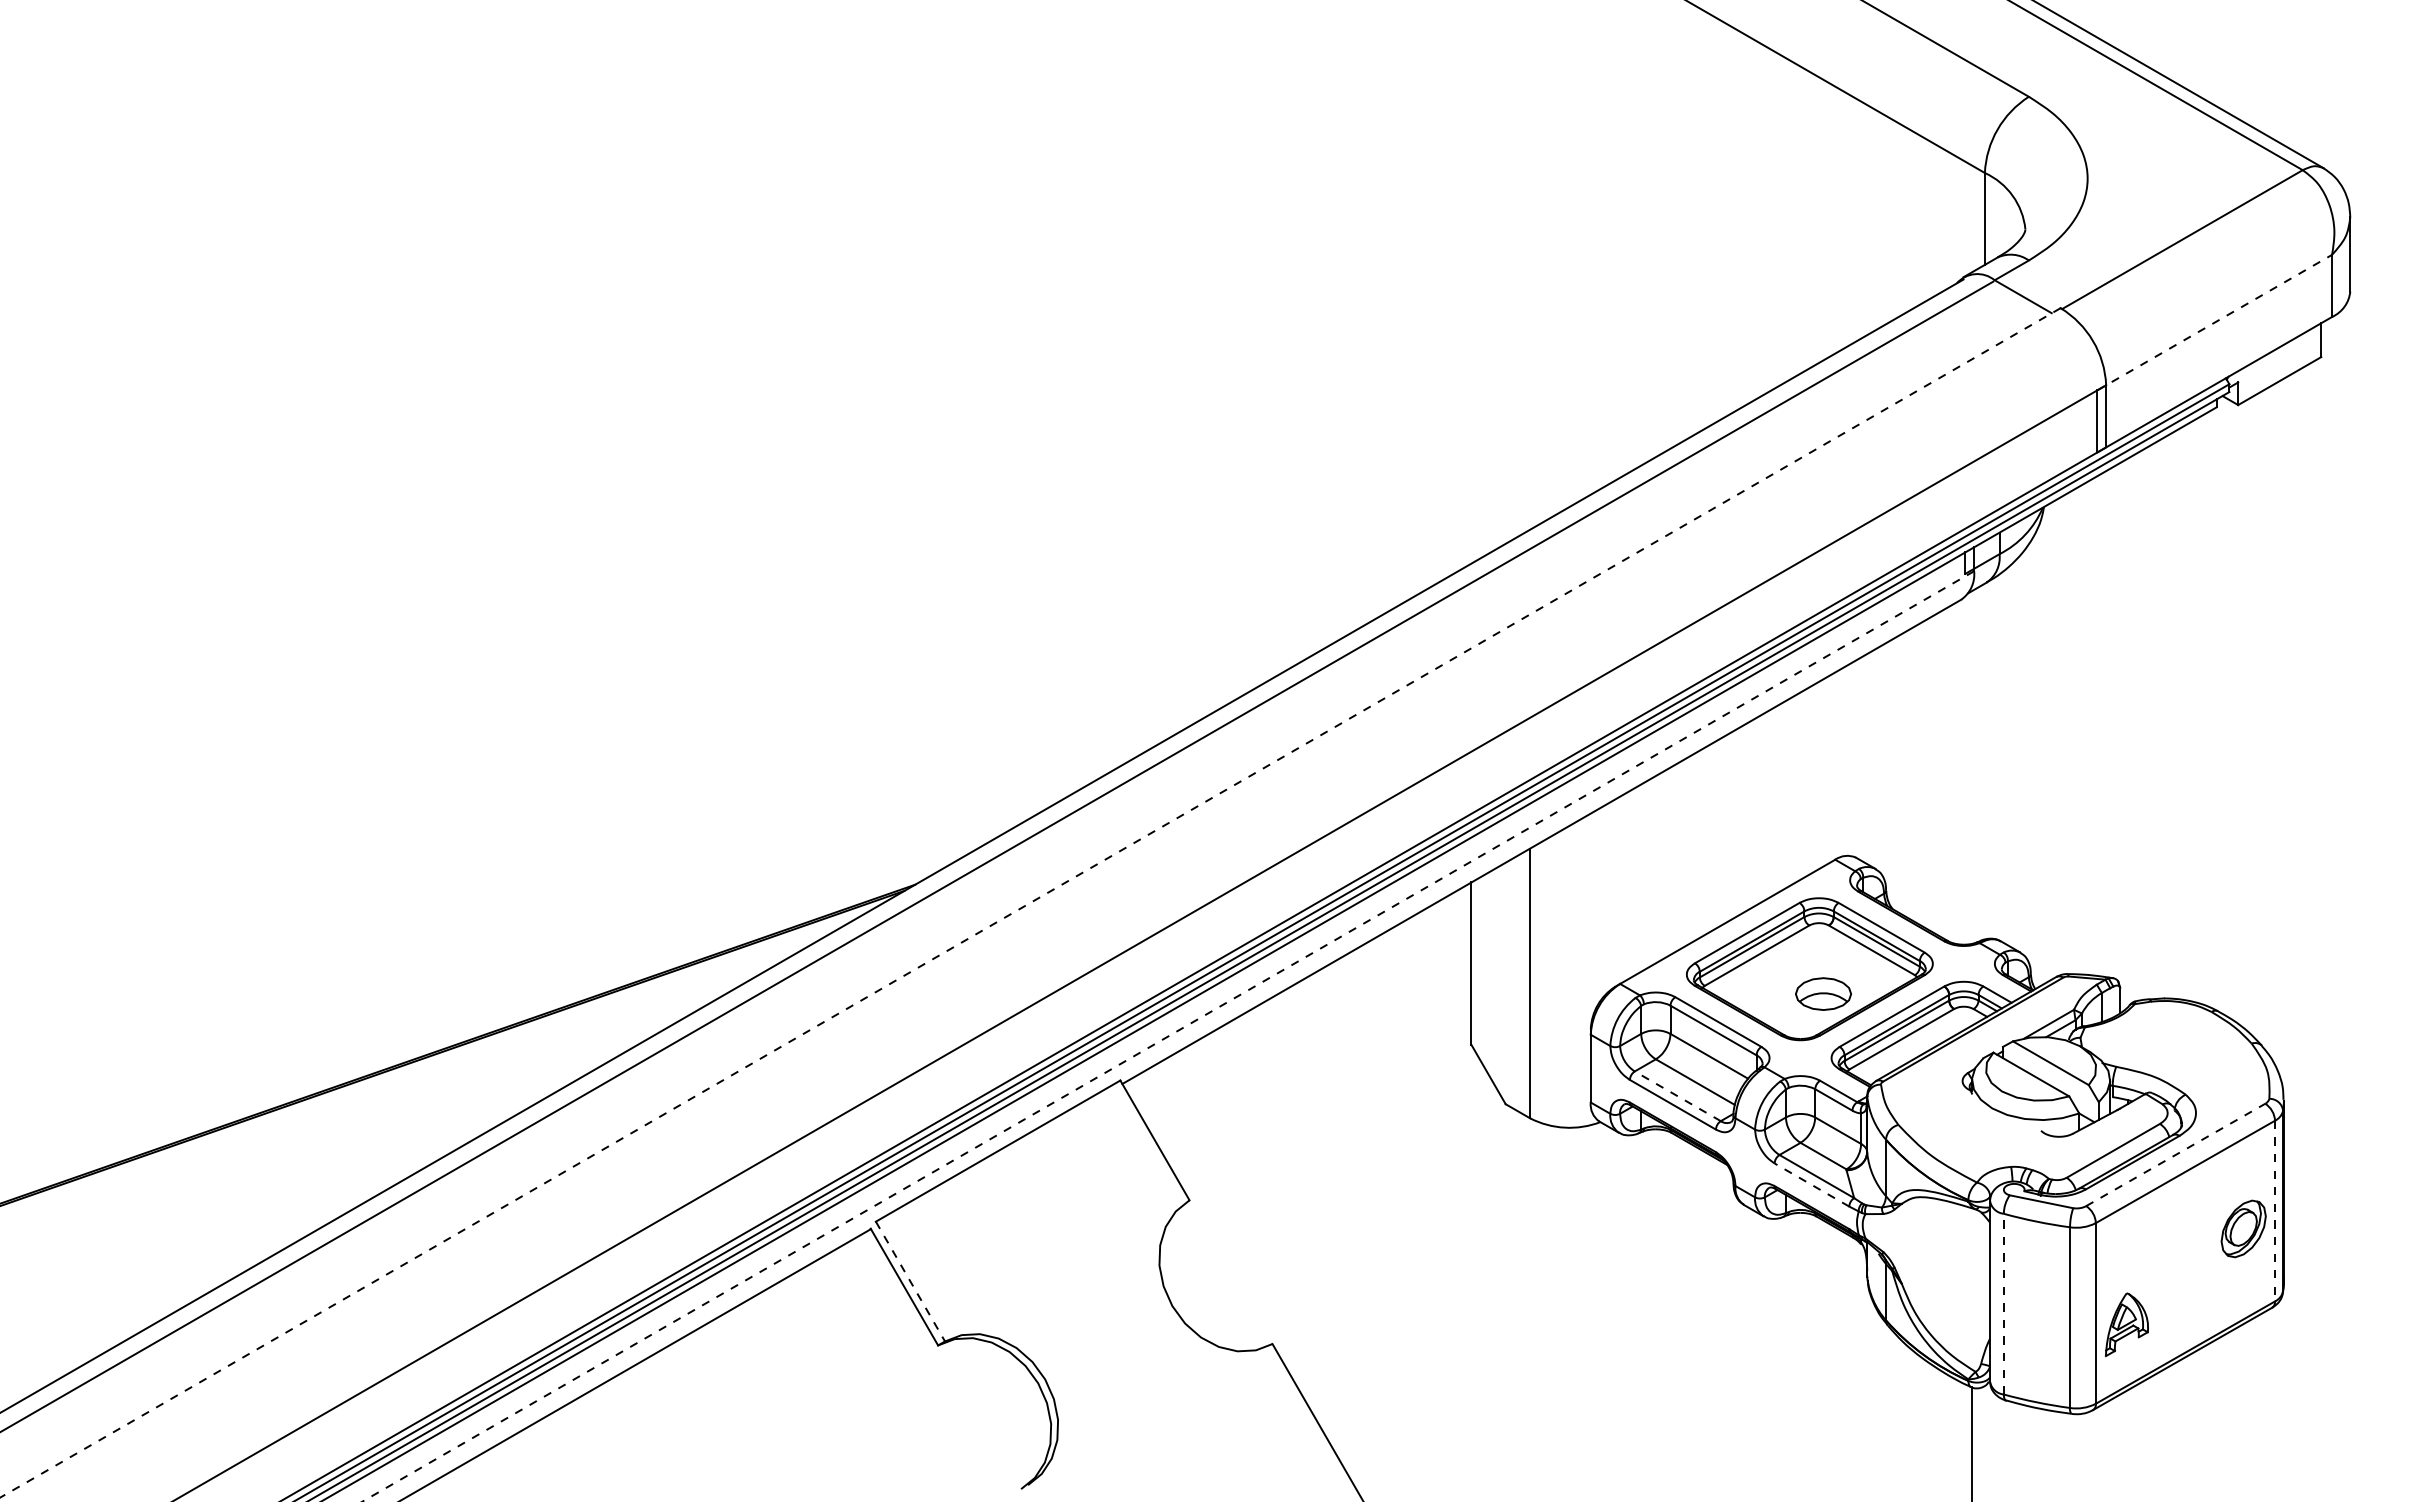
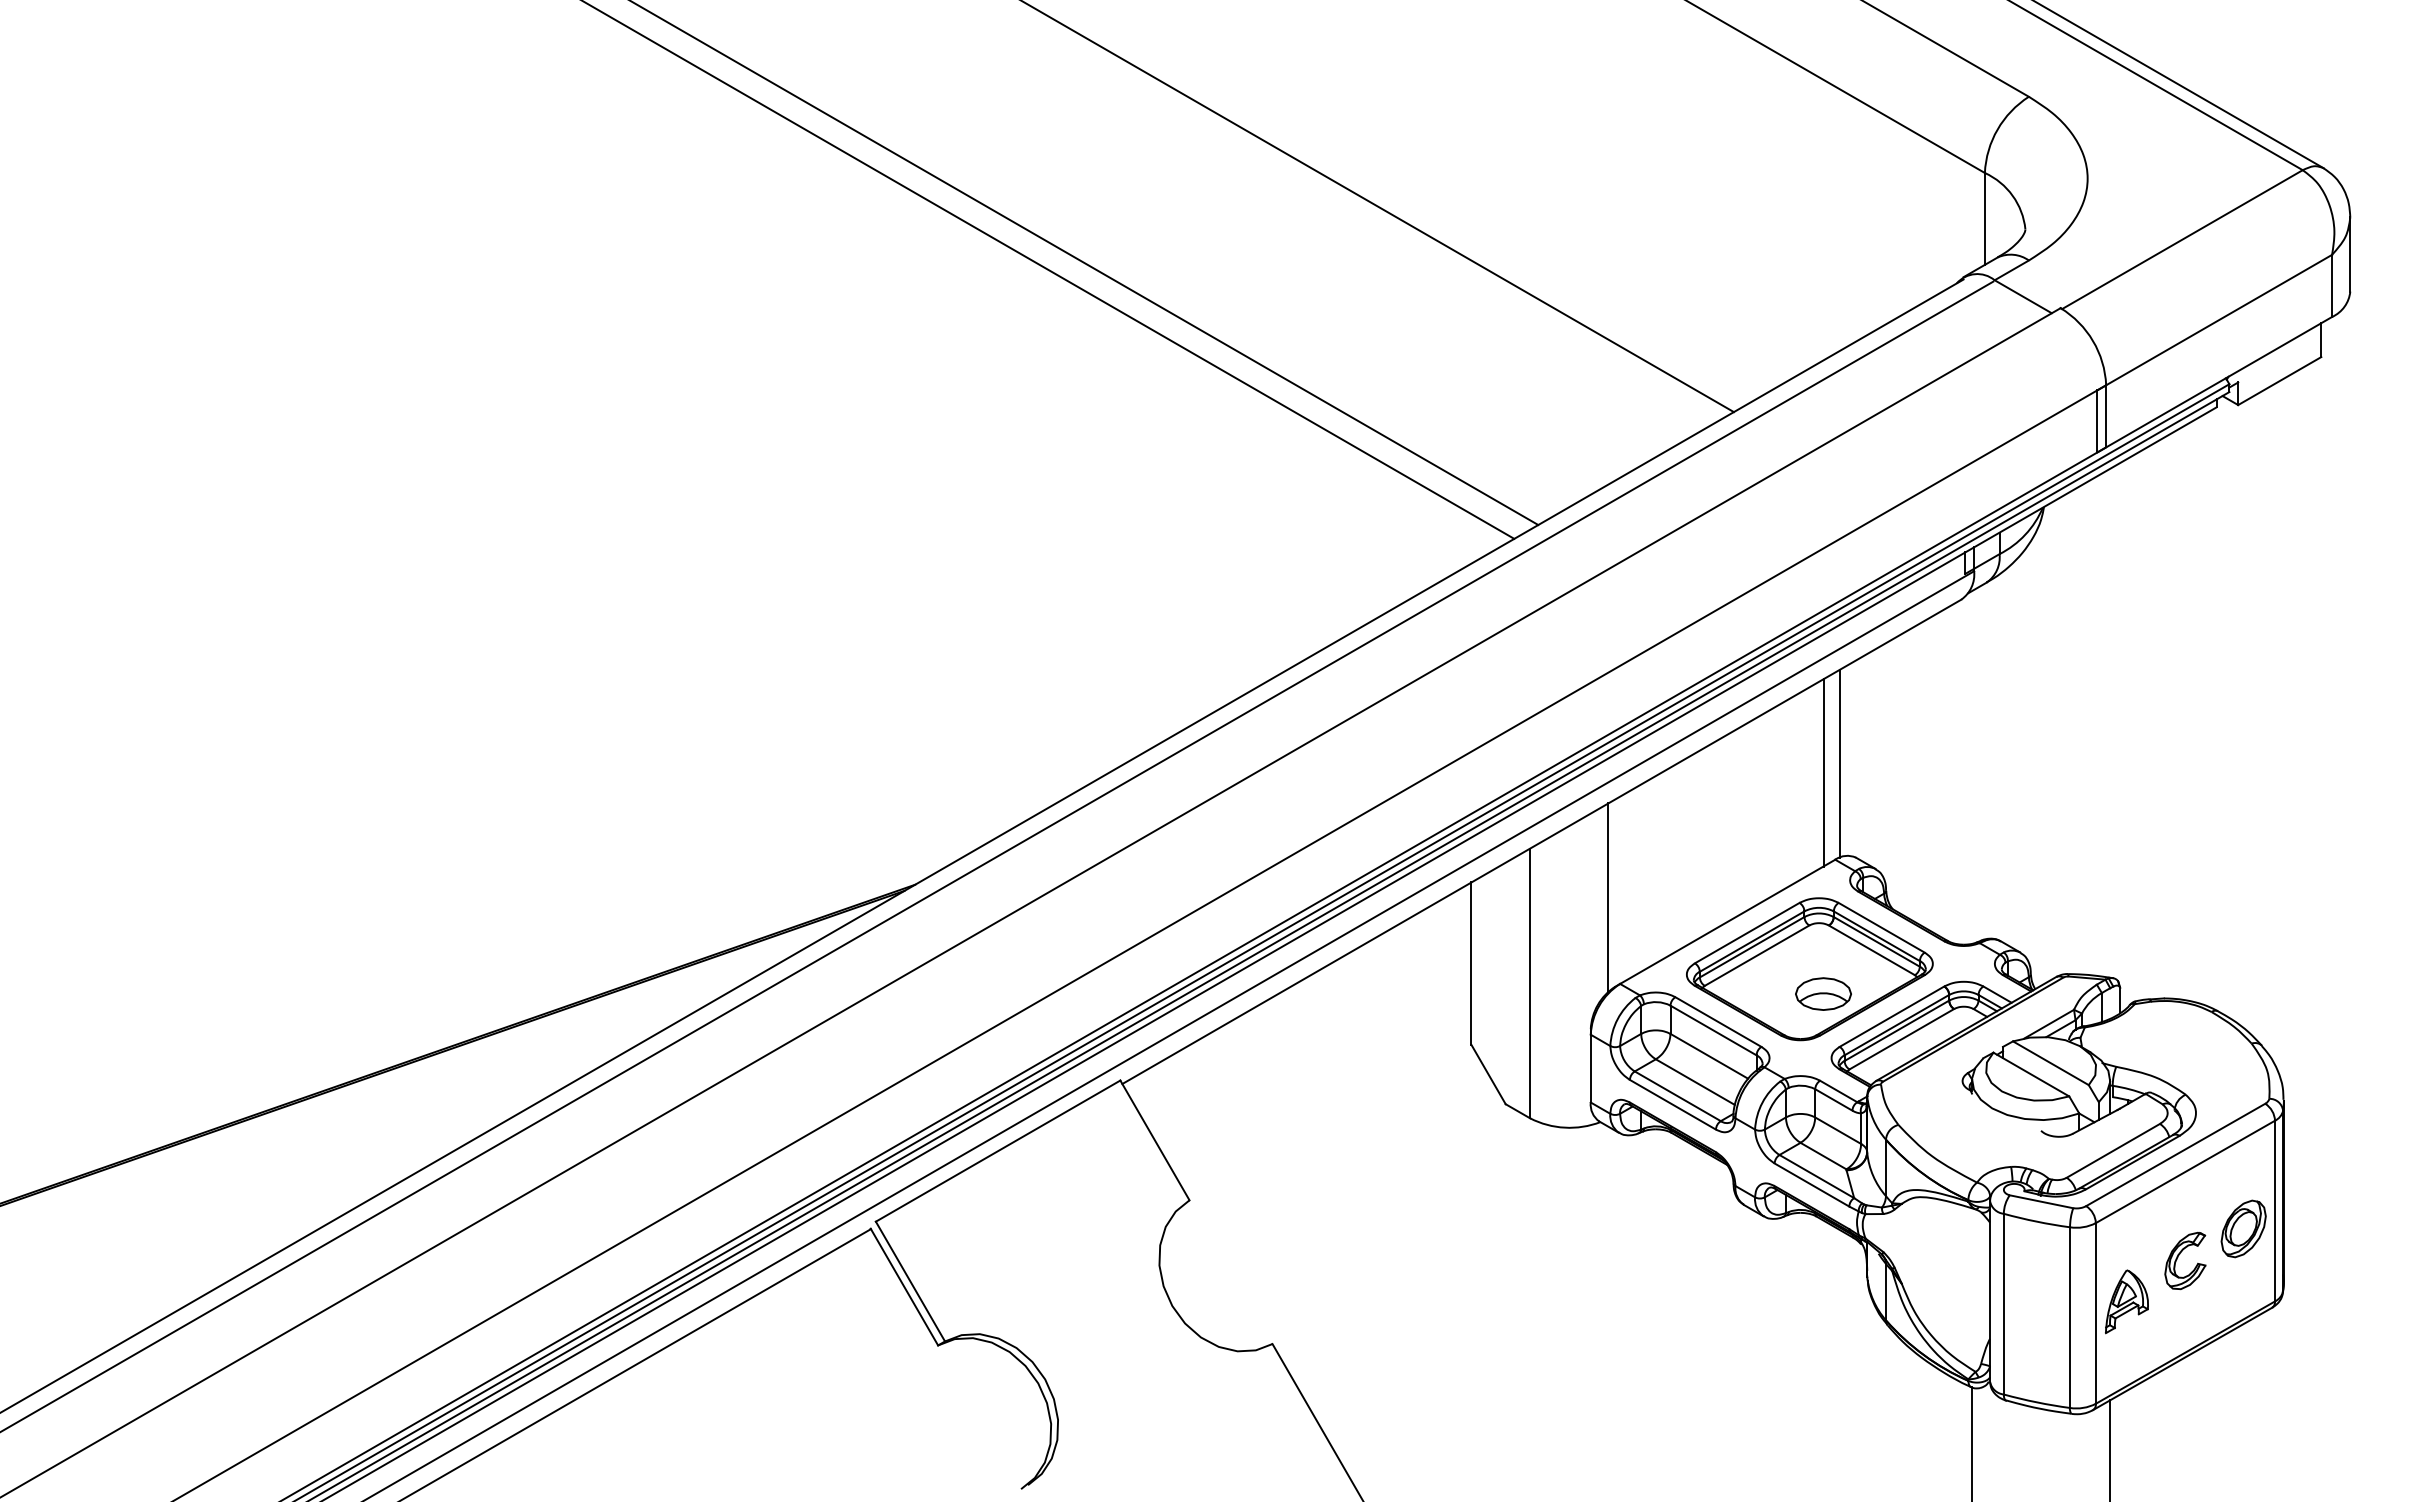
line at (1378, 207): none -> present
line at (1085, 263): none -> present
line at (1049, 270): none -> present
line at (2214, 322): dashed -> solid
line at (1839, 763): none -> present
line at (1823, 772): none -> present
line at (1608, 897): none -> present
line at (1030, 903): dashed -> solid
line at (1167, 1036): dashed -> solid
line at (1677, 1096): dashed -> solid
line at (2176, 1154): dashed -> solid
line at (1811, 1184): dashed -> solid
line at (2275, 1211): dashed -> solid
part at (2178, 1257): none -> present
line at (910, 1282): dashed -> solid
line at (2003, 1303): dashed -> solid
part at (2126, 1324) position: (2126, 1324) -> (2126, 1301)
line at (2110, 1449): none -> present
